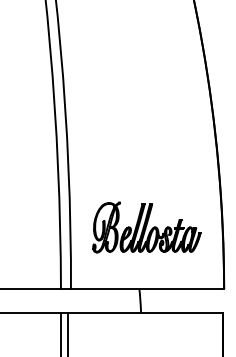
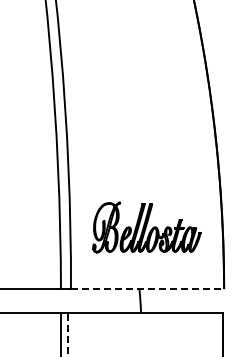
line at (147, 289): solid -> dashed
line at (68, 334): solid -> dashed
